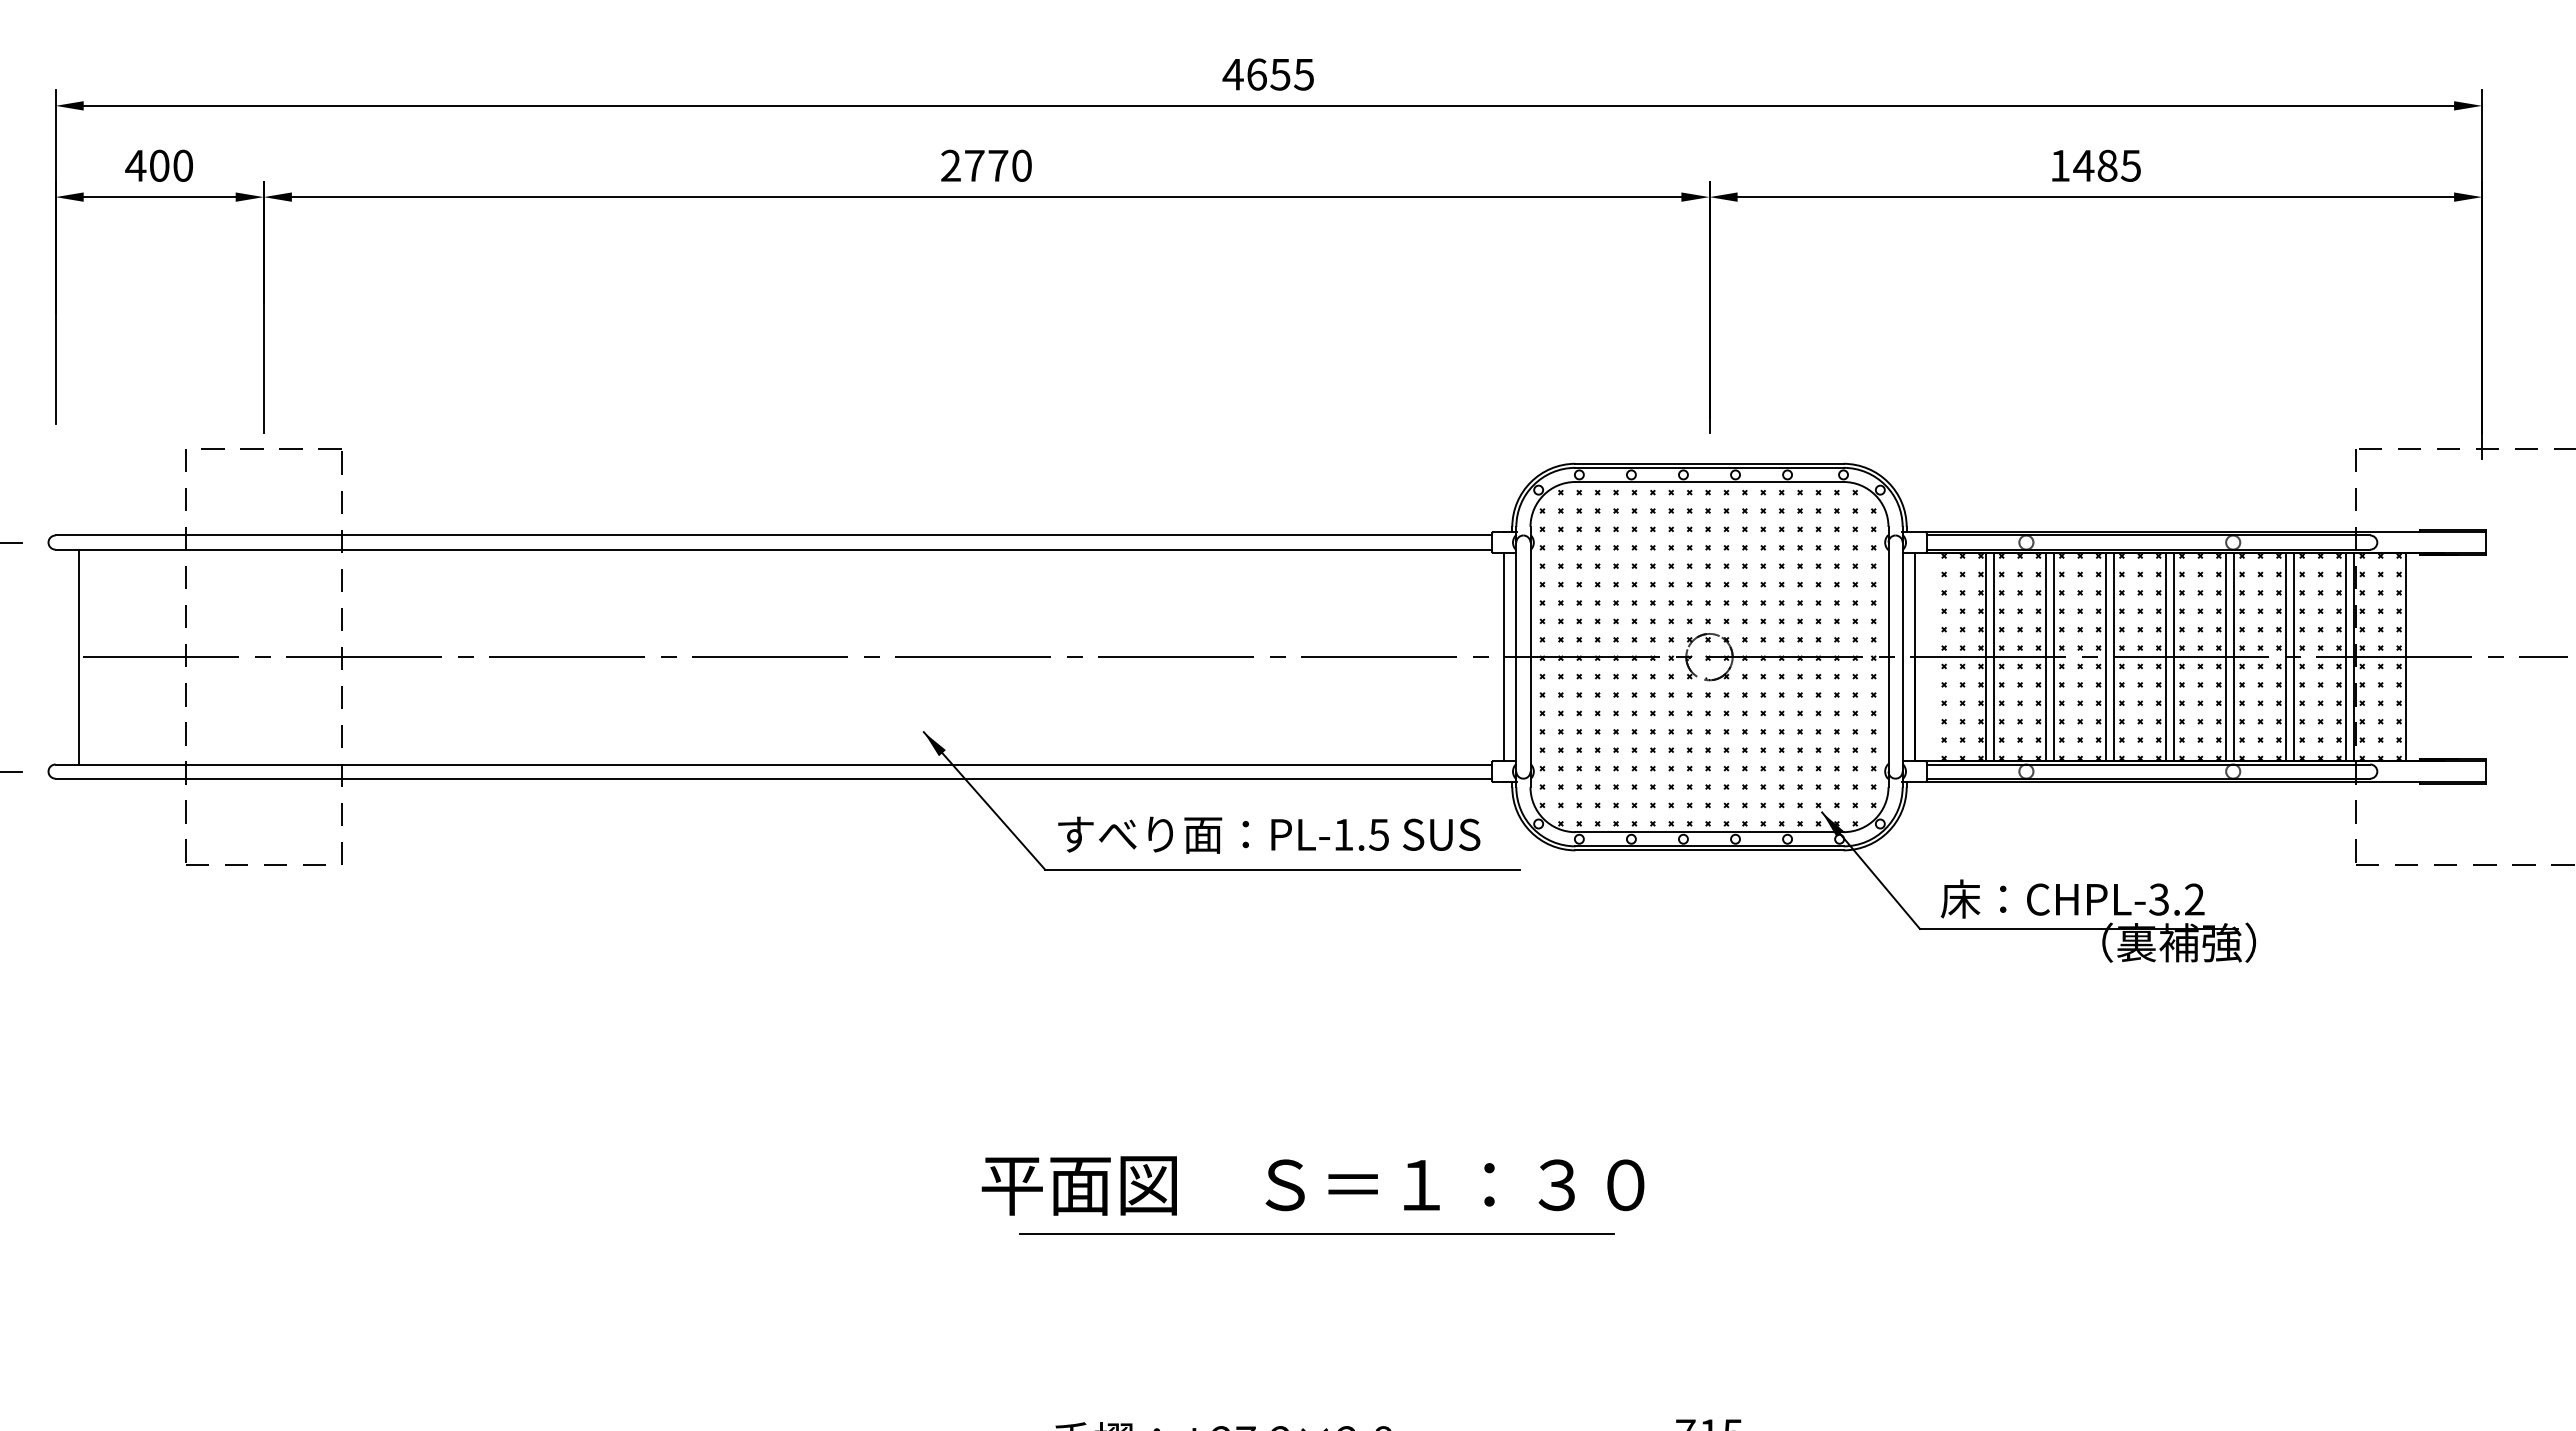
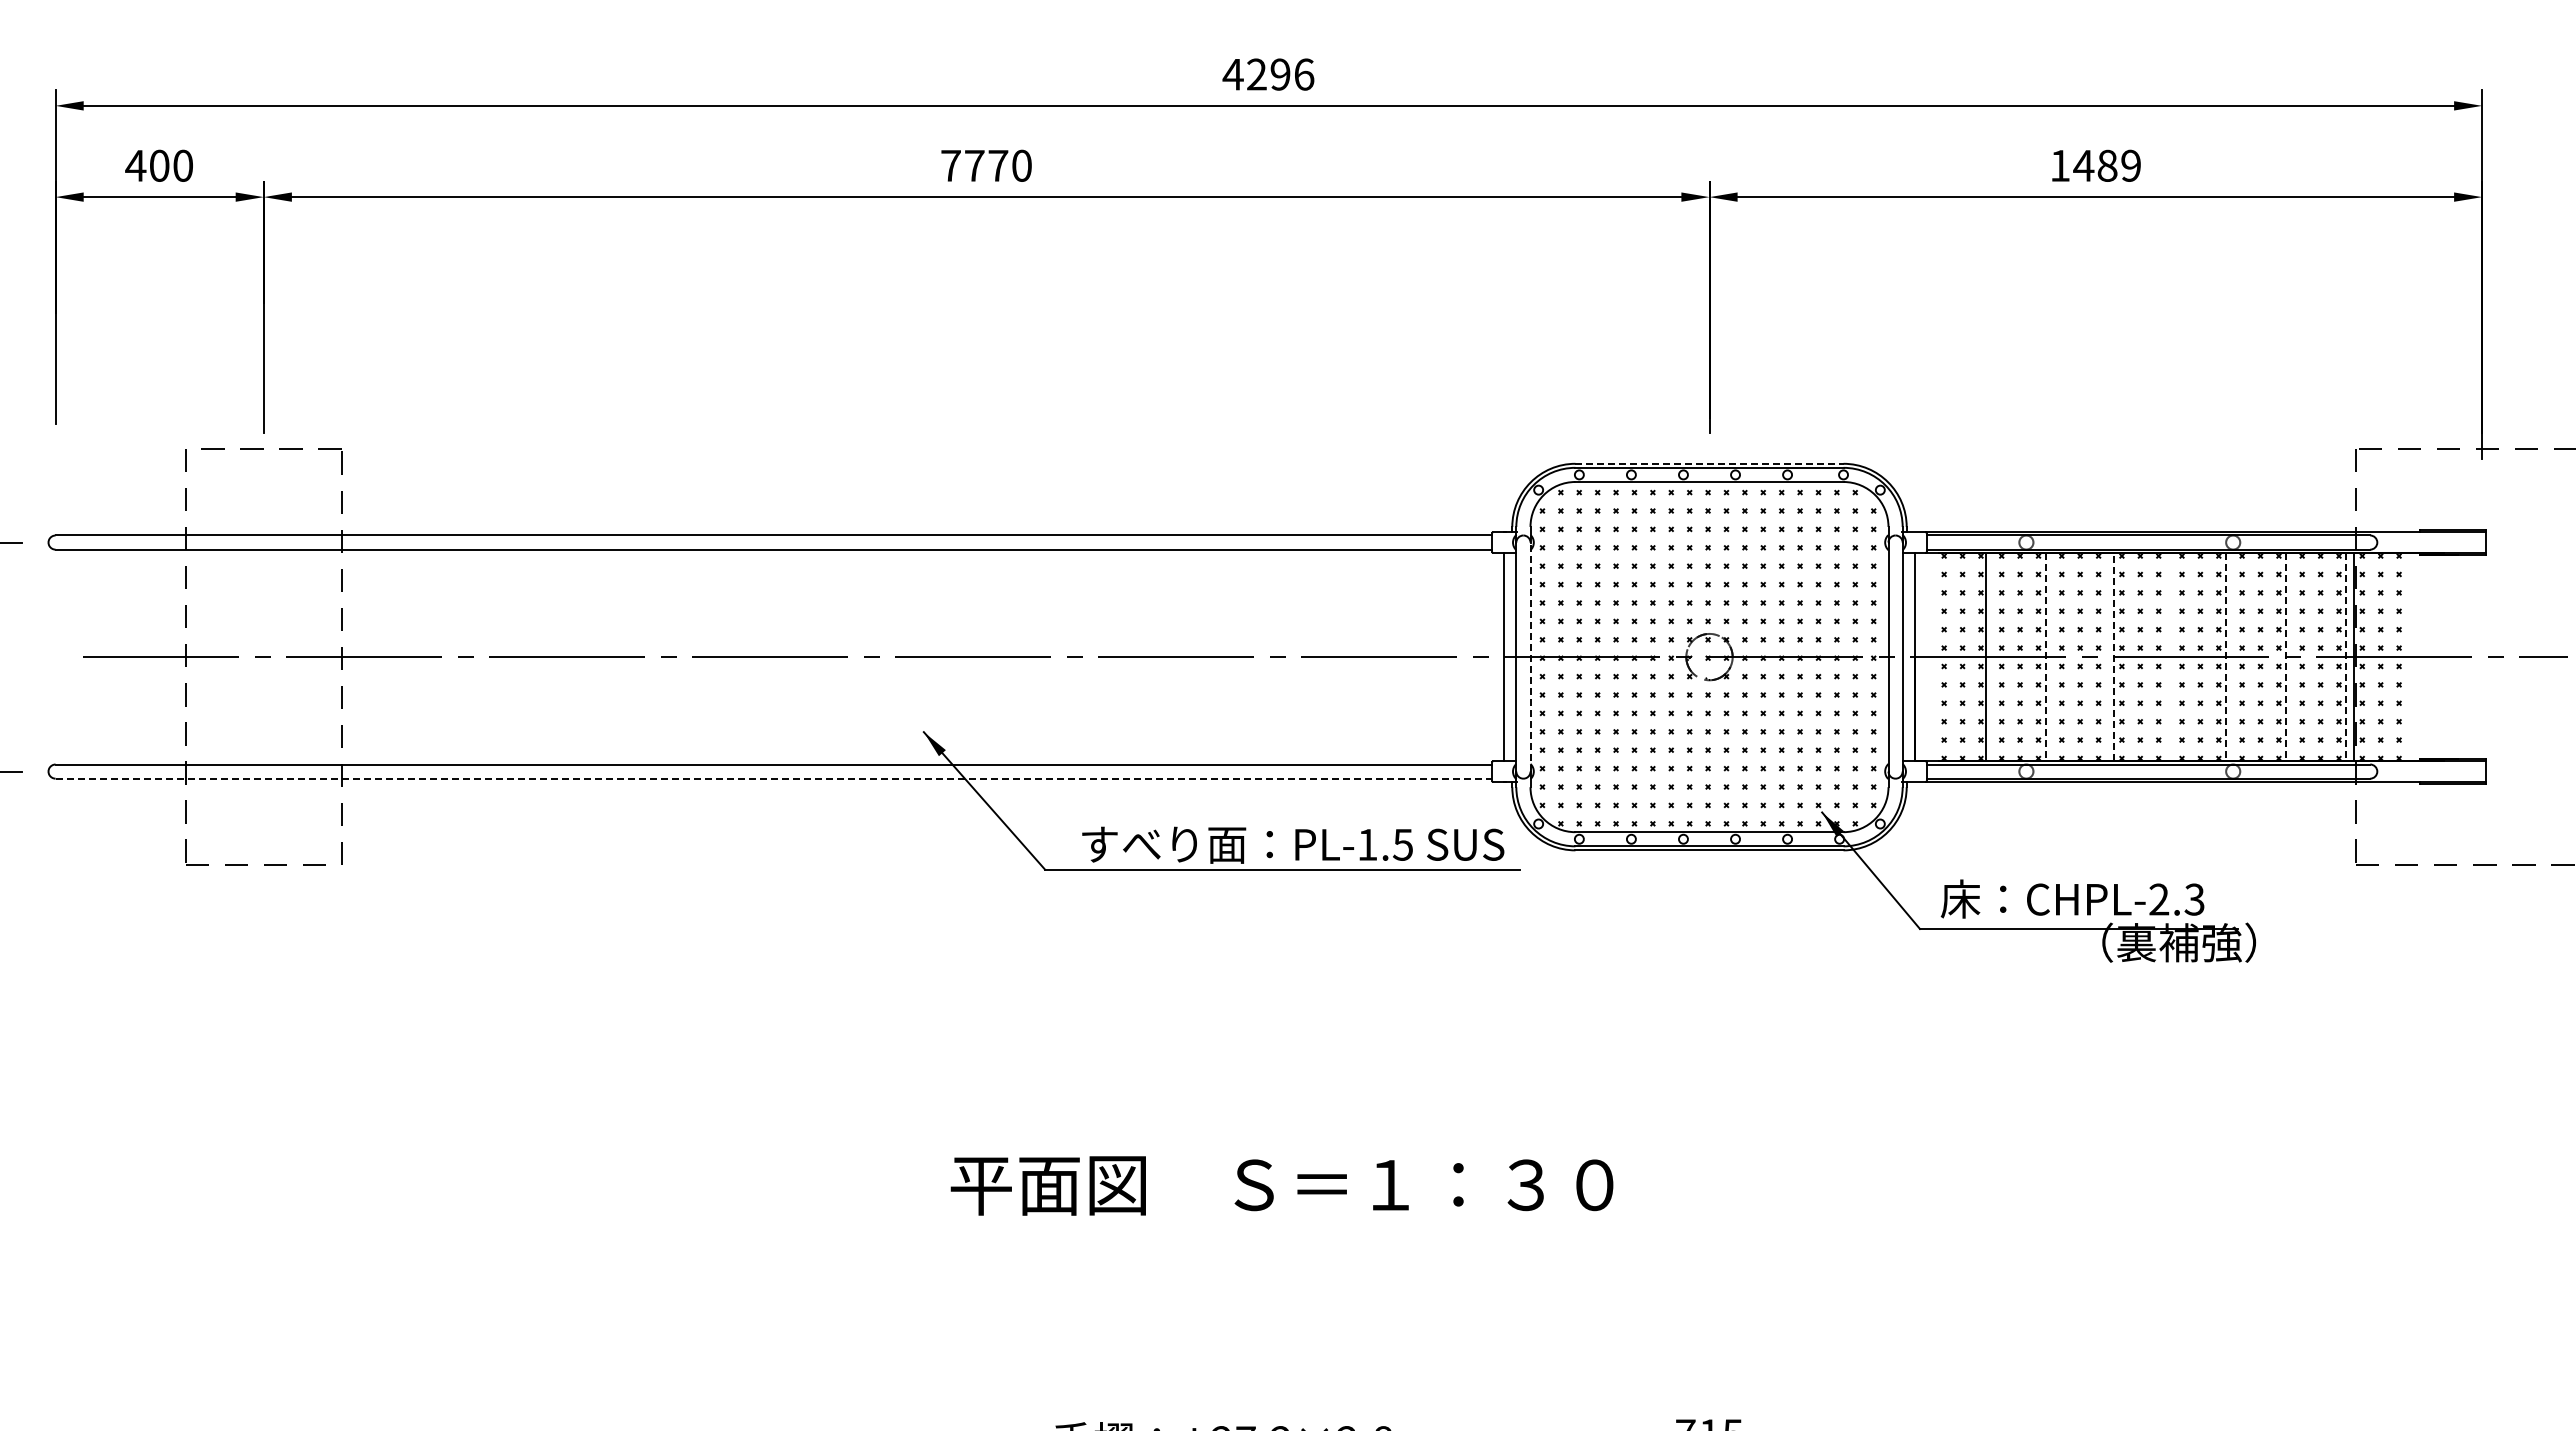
text at (1280, 74): 4655 -> 4296
text at (950, 165): 2770 -> 7770
text at (2130, 165): 1485 -> 1489
line at (1710, 463): solid -> dashed
line at (79, 656): present -> none
line at (1993, 656): present -> none
line at (2053, 656): present -> none
line at (2105, 656): present -> none
line at (2113, 656): solid -> dashed
line at (2166, 656): present -> none
line at (2174, 656): present -> none
line at (2234, 656): present -> none
line at (2294, 656): present -> none
line at (2406, 656): present -> none
line at (1530, 657): solid -> dashed
line at (2045, 657): solid -> dashed
line at (2226, 657): solid -> dashed
line at (2286, 657): solid -> dashed
line at (2346, 657): solid -> dashed
line at (774, 778): solid -> dashed
text at (1269, 834) position: (1269, 834) -> (1293, 844)
text at (2176, 899): CHPL-3.2 -> CHPL-2.3
text at (1312, 1185) position: (1312, 1185) -> (1281, 1185)
line at (1316, 1233): present -> none
